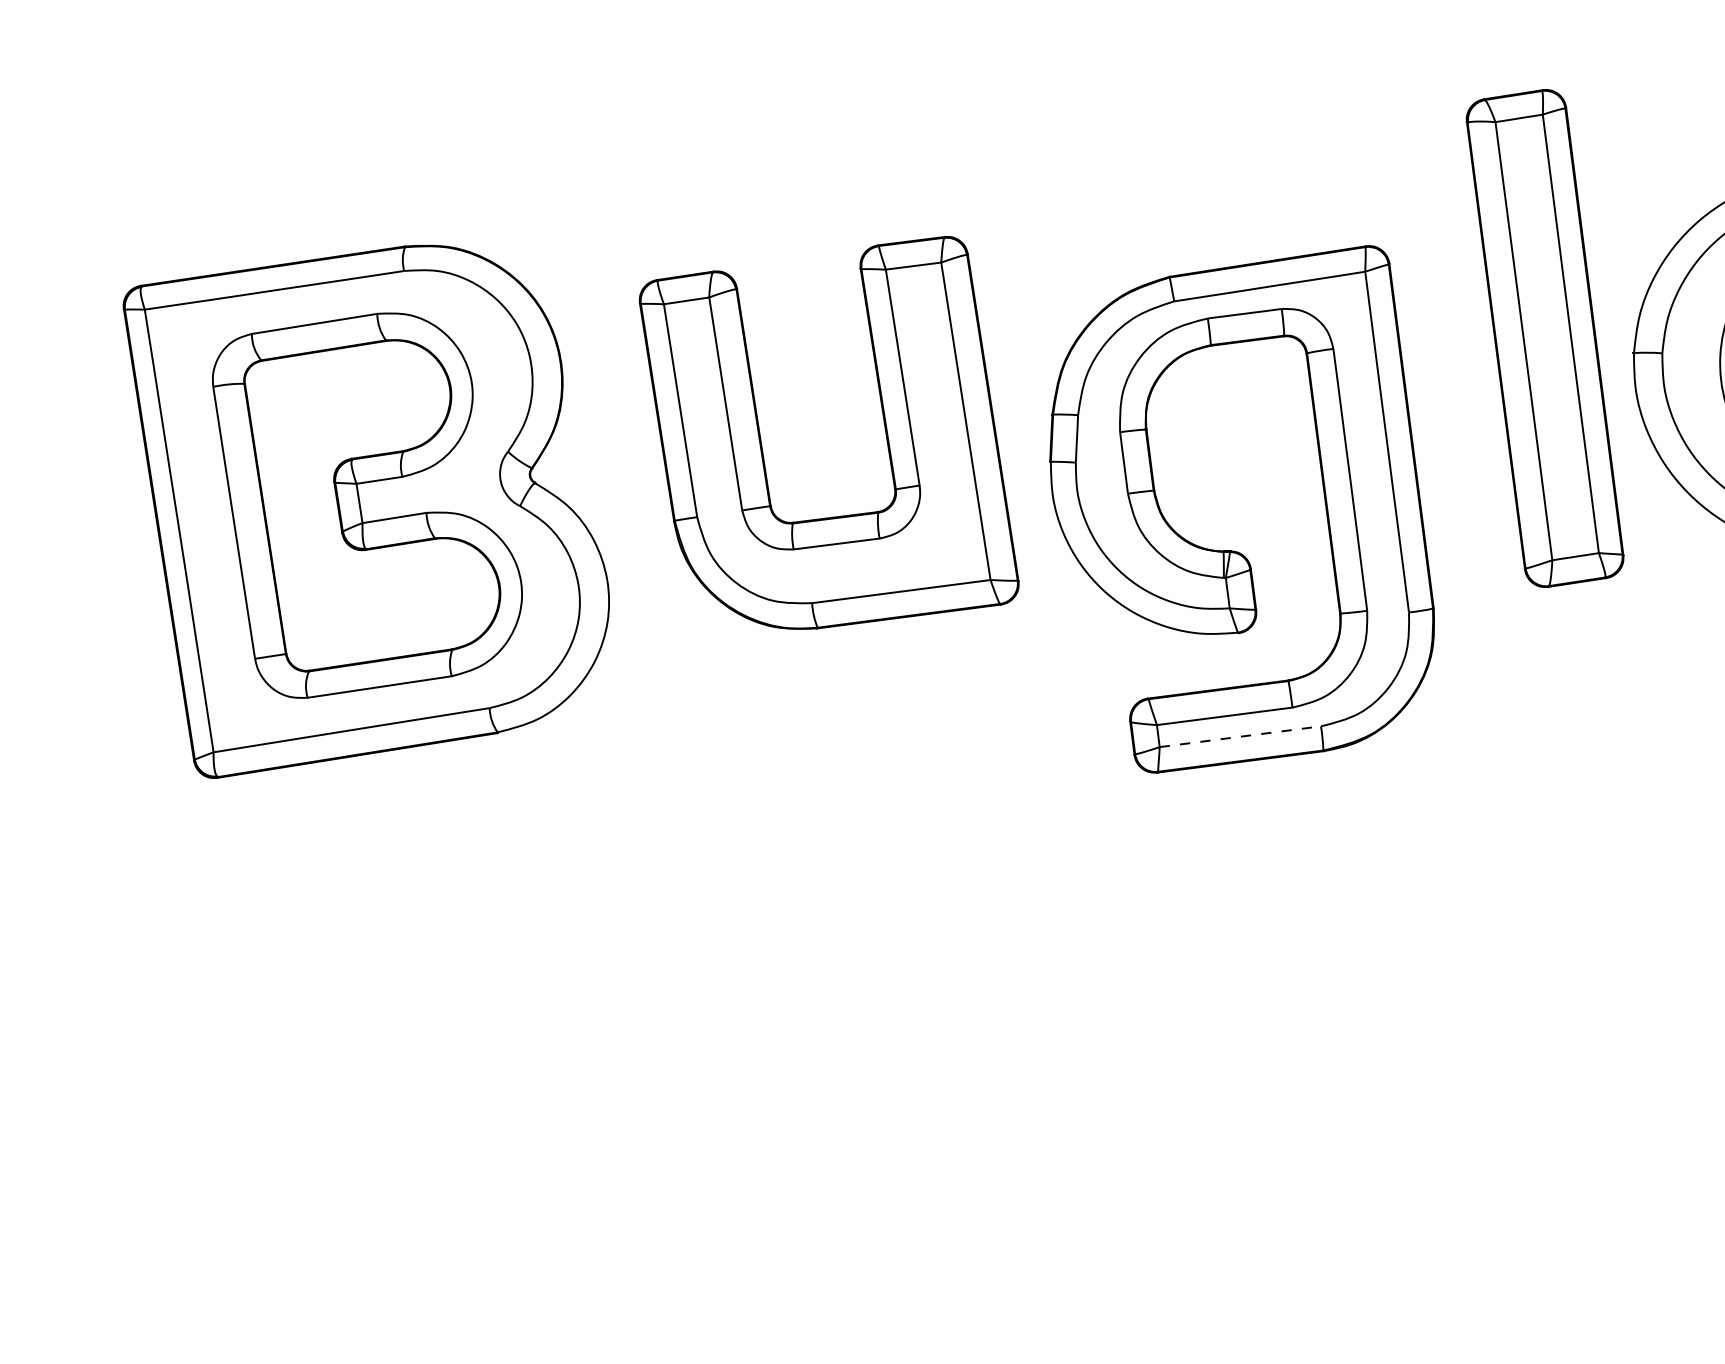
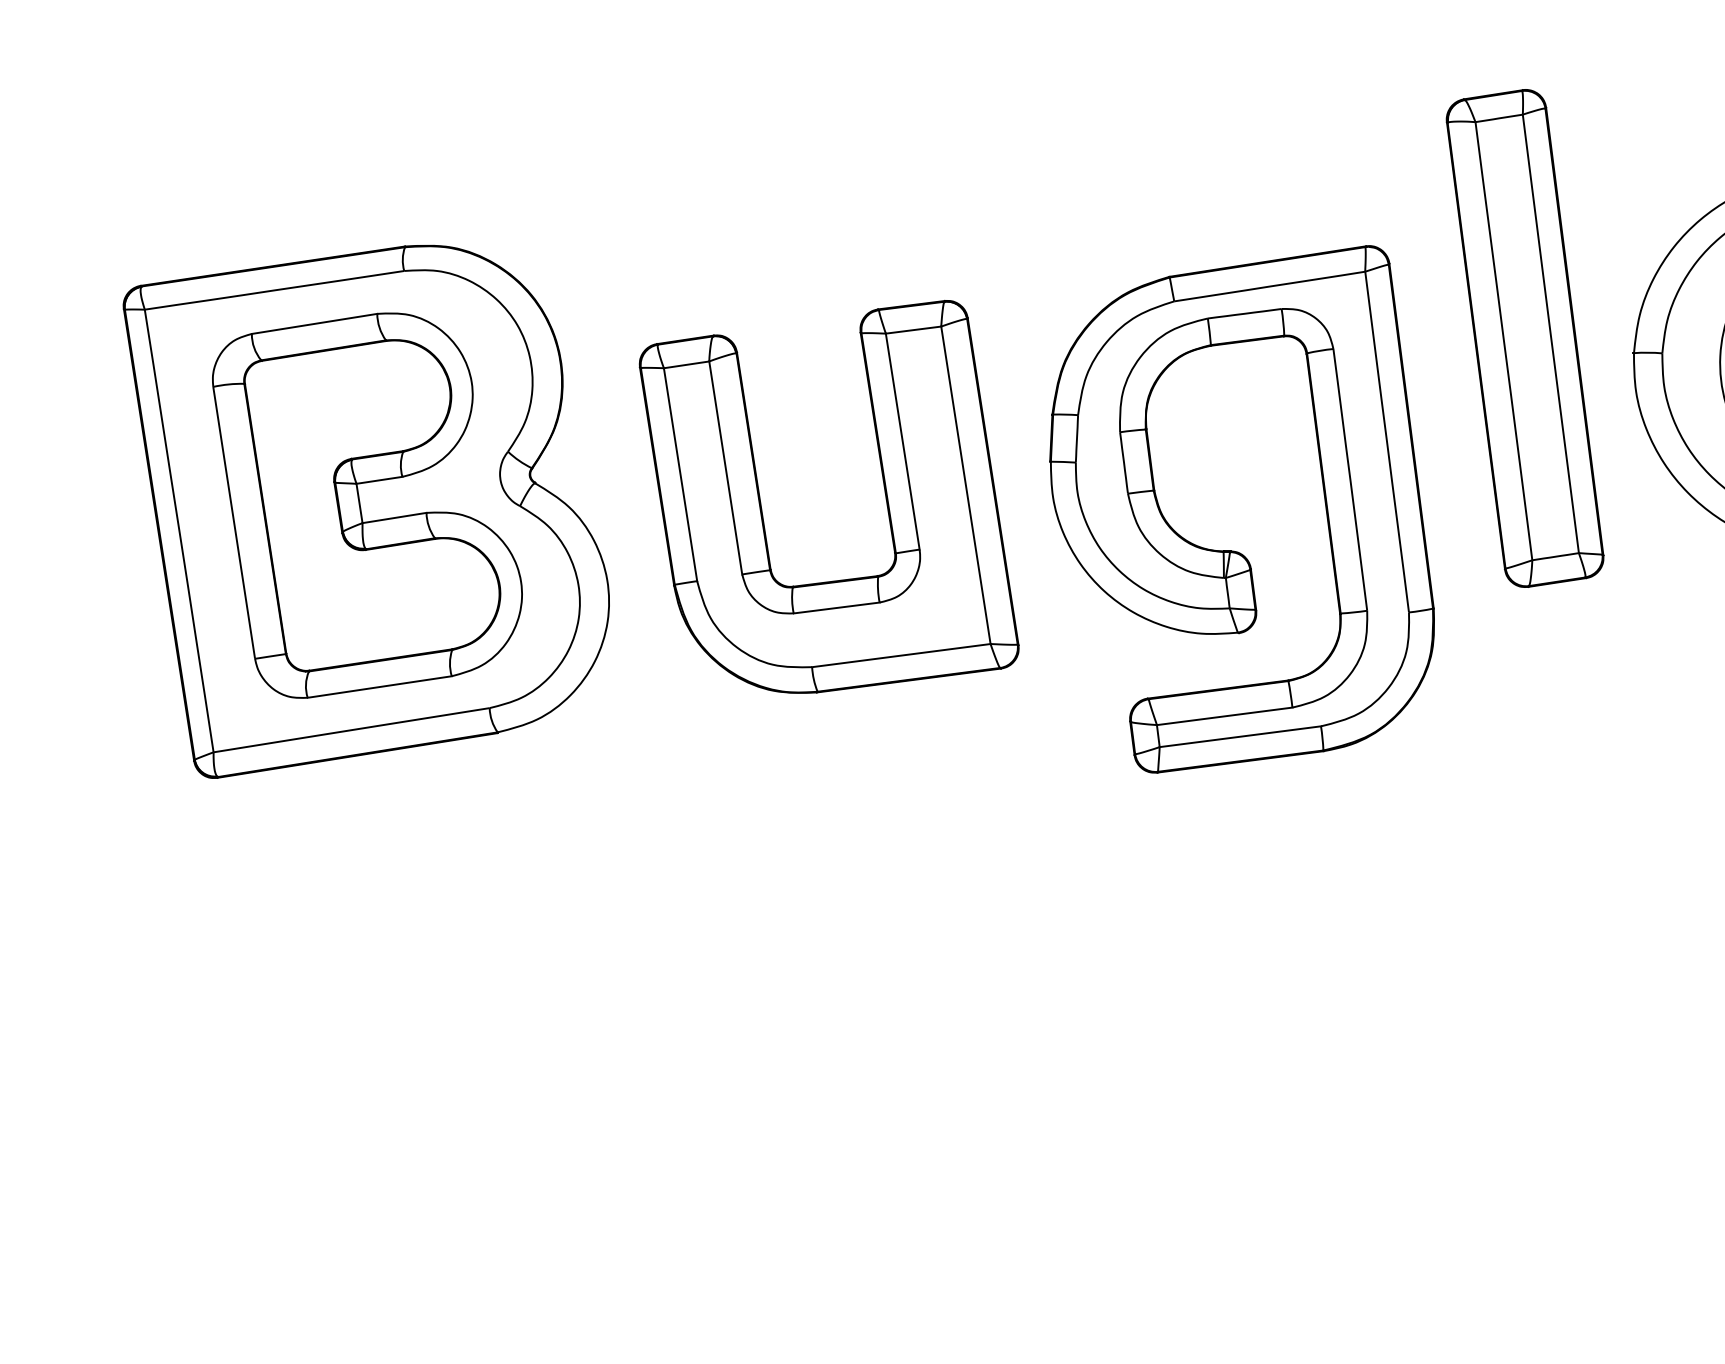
part at (1544, 338) position: (1544, 338) -> (1524, 338)
part at (883, 422) position: (883, 422) -> (883, 486)
line at (1240, 736): dashed -> solid
